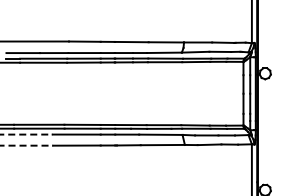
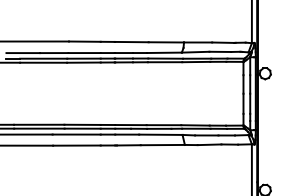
line at (26, 134): dashed -> solid
line at (27, 145): dashed -> solid
